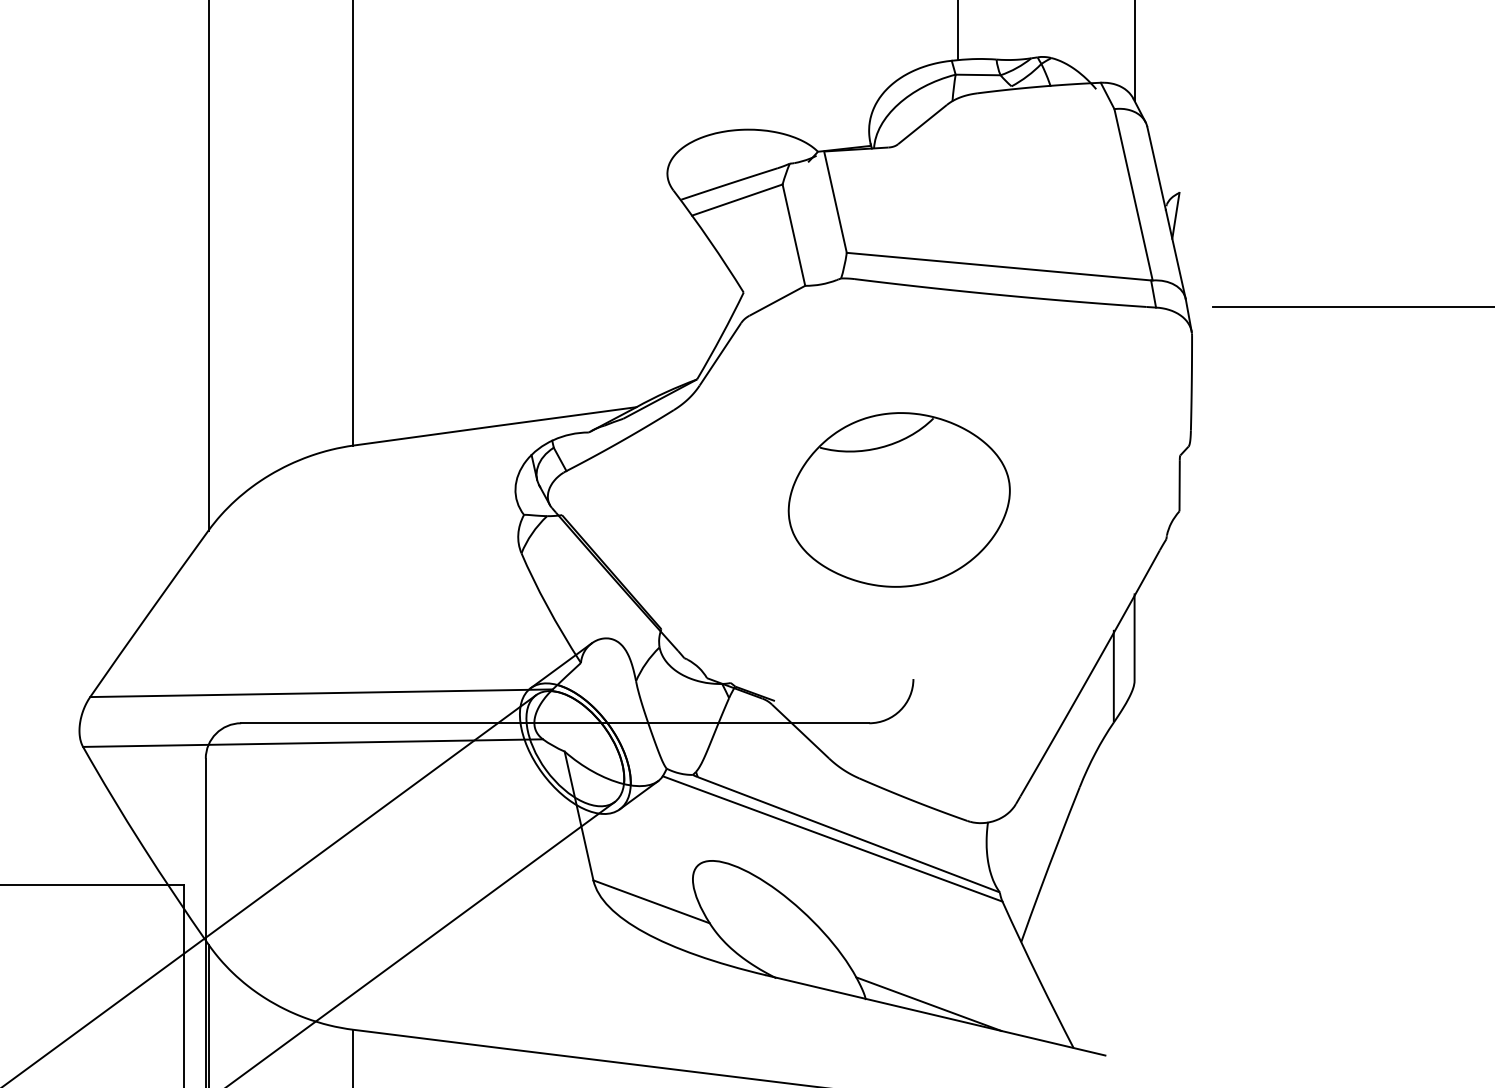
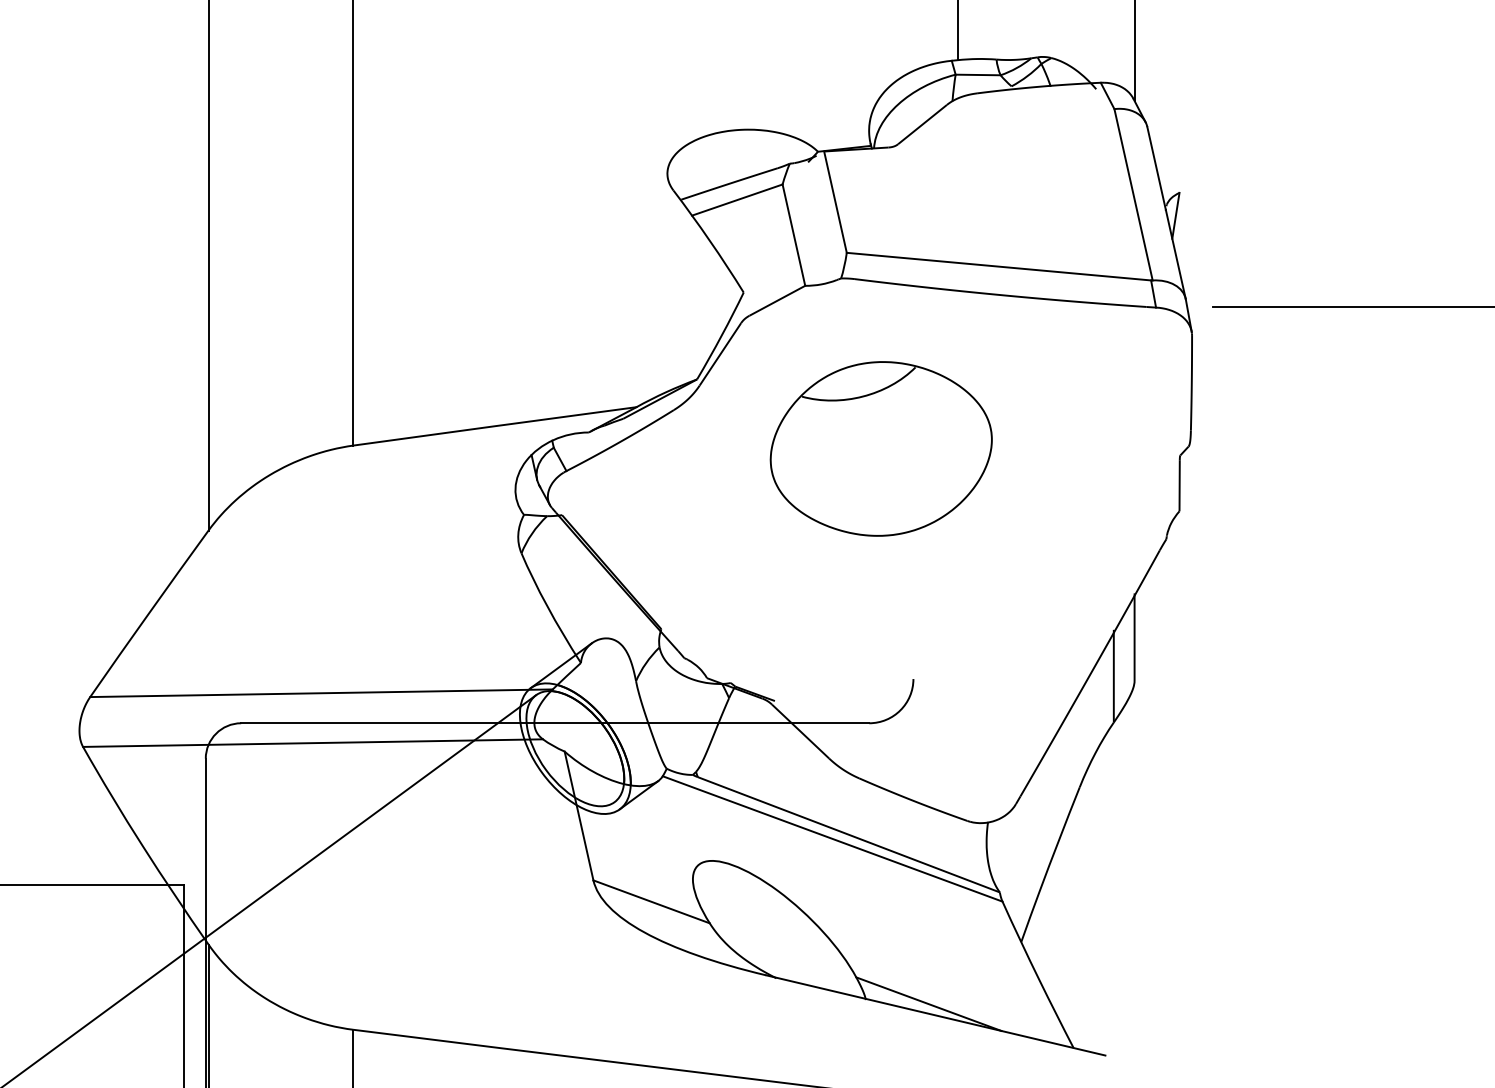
part at (898, 499) position: (898, 499) -> (880, 448)
line at (421, 943): present -> none
